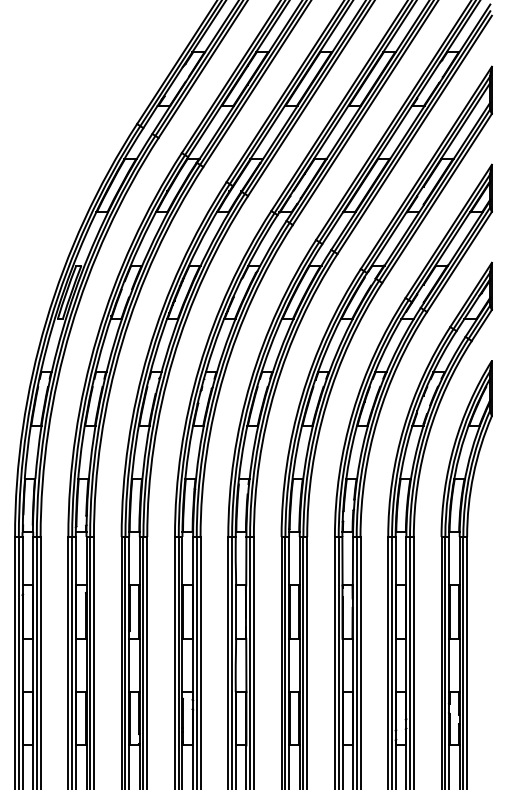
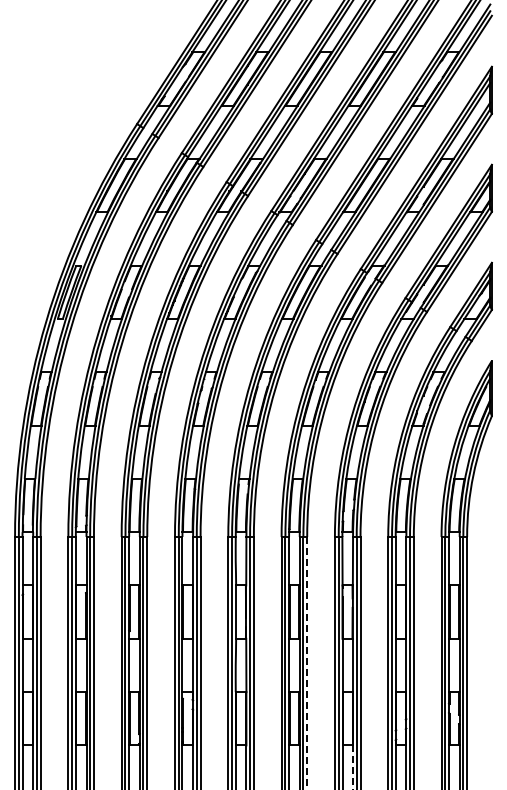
line at (307, 663): solid -> dashed
line at (352, 768): solid -> dashed
